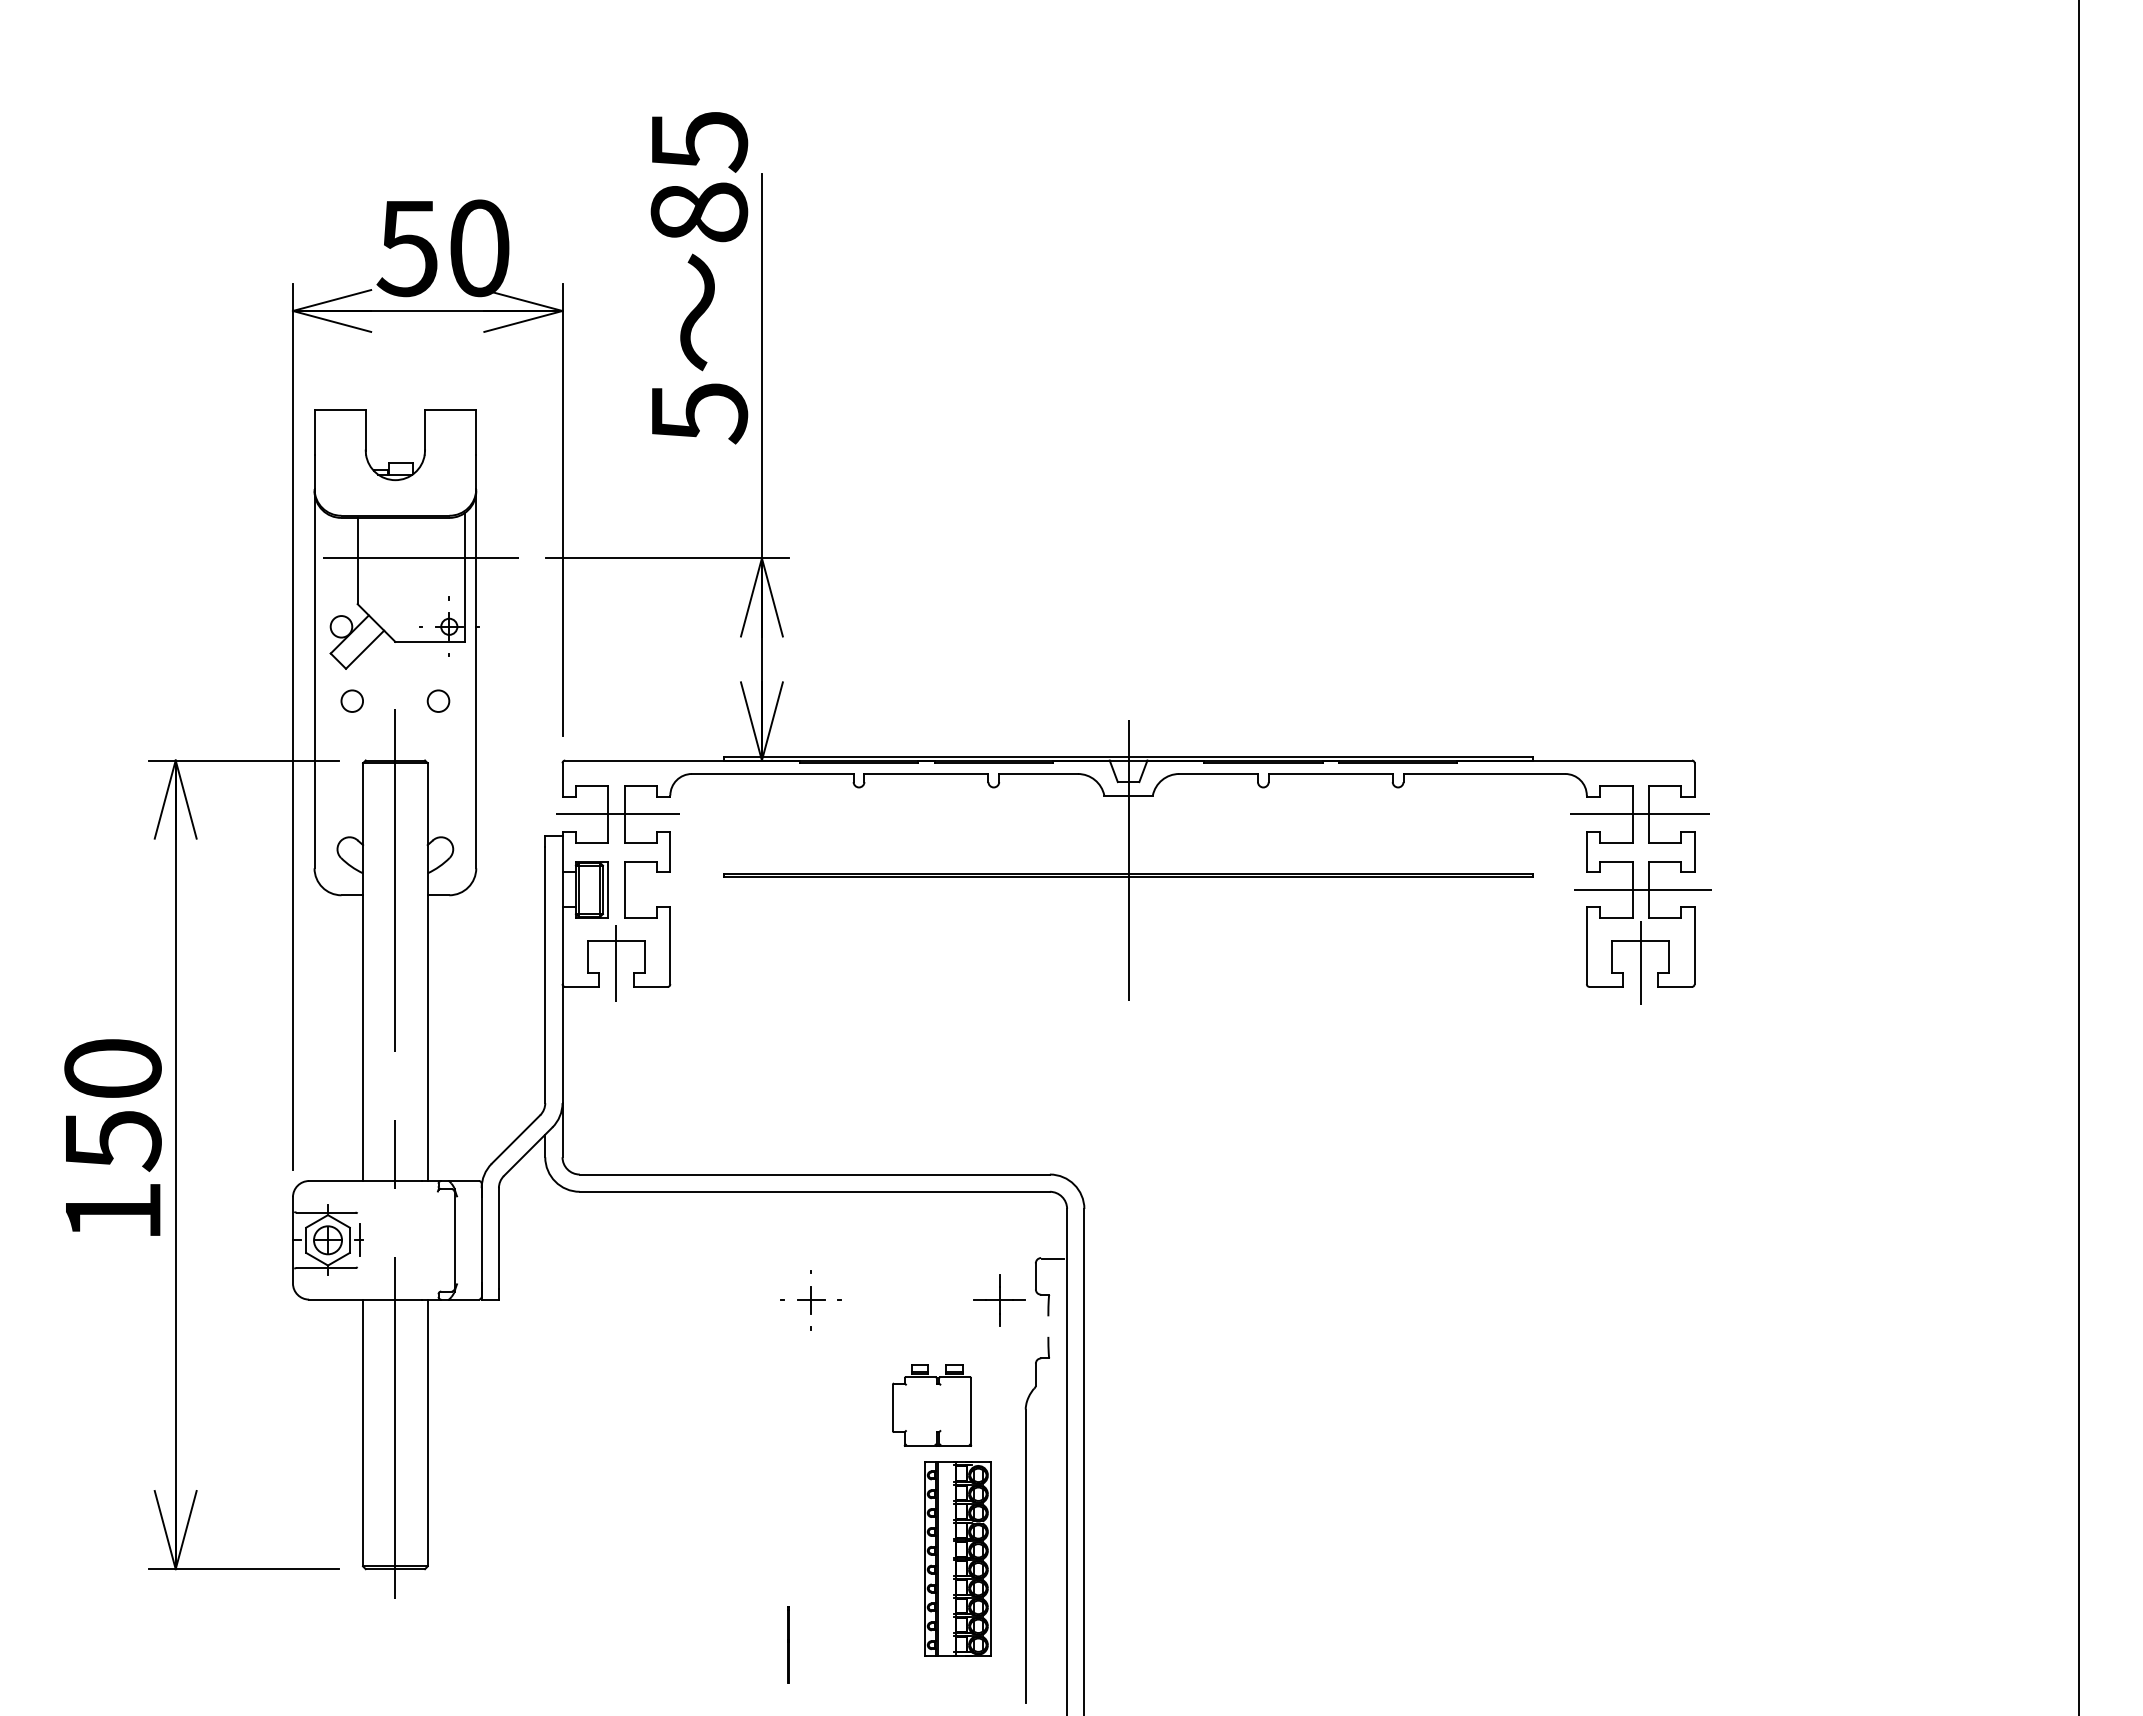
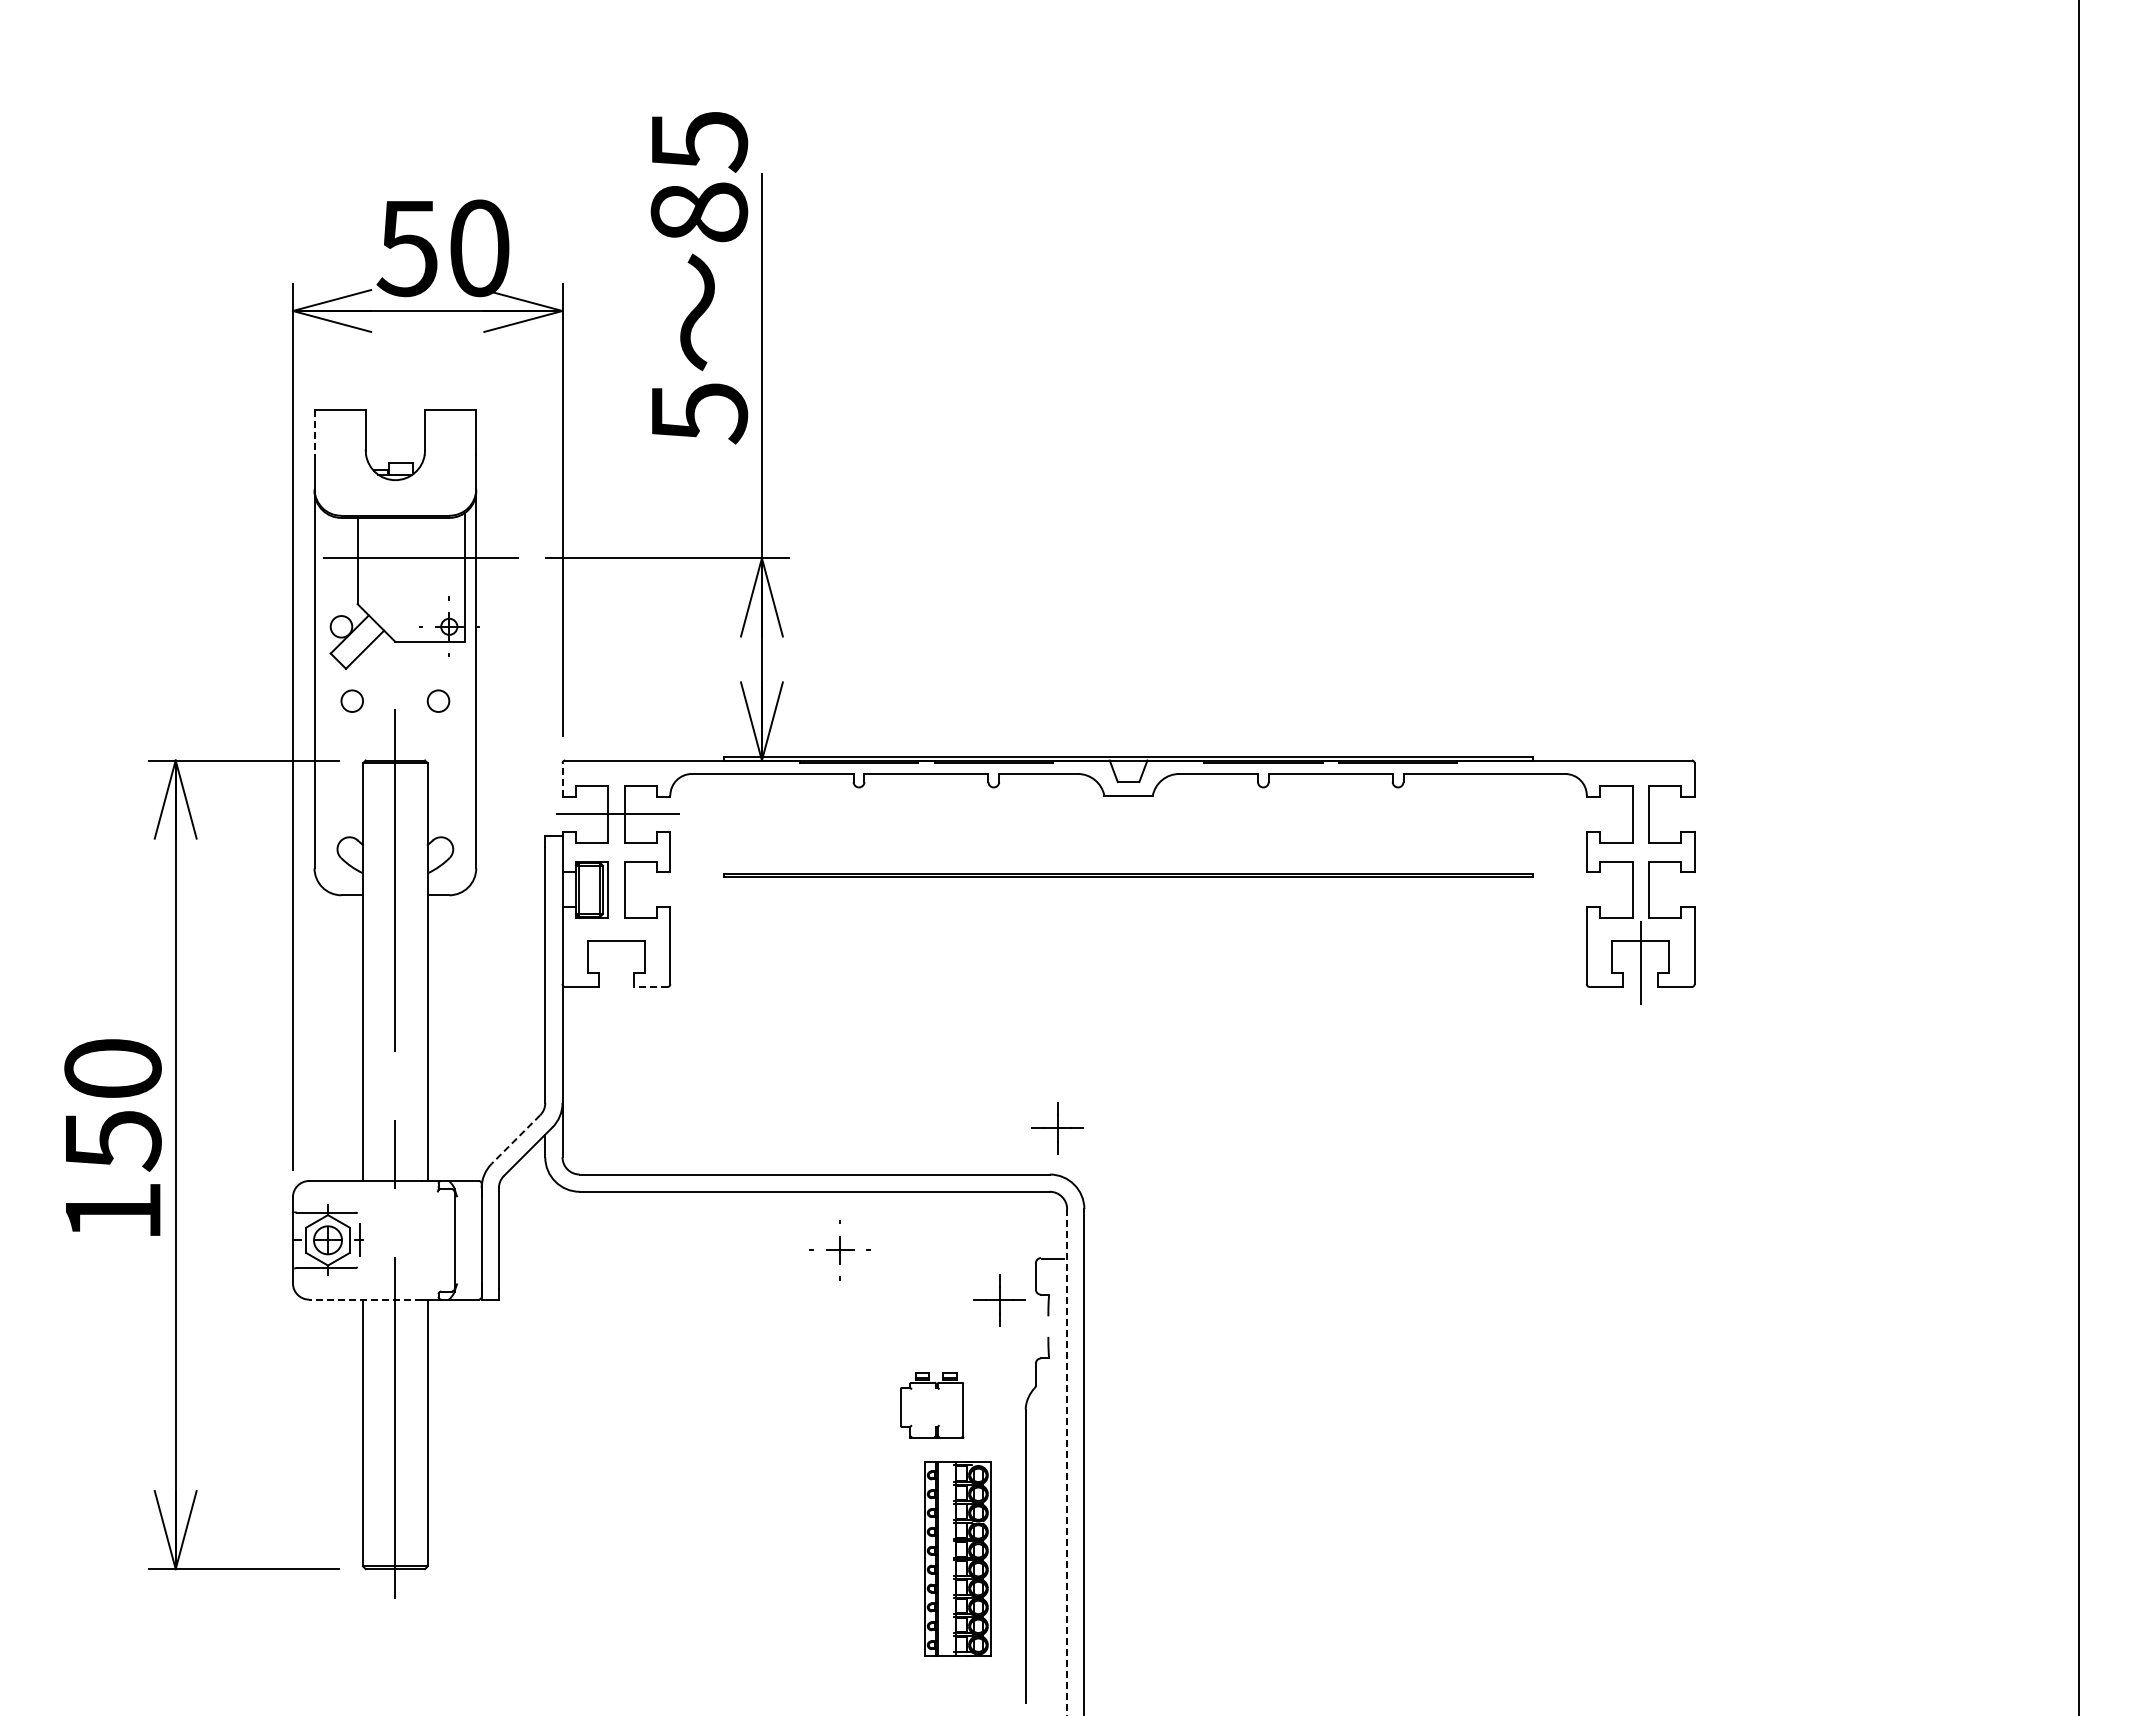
line at (314, 432): solid -> dashed
line at (562, 780): solid -> dashed
line at (1639, 814): present -> none
line at (1128, 860): present -> none
line at (1642, 889): present -> none
line at (616, 963): present -> none
line at (650, 986): solid -> dashed
part at (1057, 1128): none -> present
line at (515, 1139): solid -> dashed
line at (365, 1299): solid -> dashed
part at (810, 1300) position: (810, 1300) -> (839, 1250)
part at (932, 1405) size: 81x83 px -> 65x67 px
line at (1067, 1462): solid -> dashed
line at (788, 1644): present -> none
